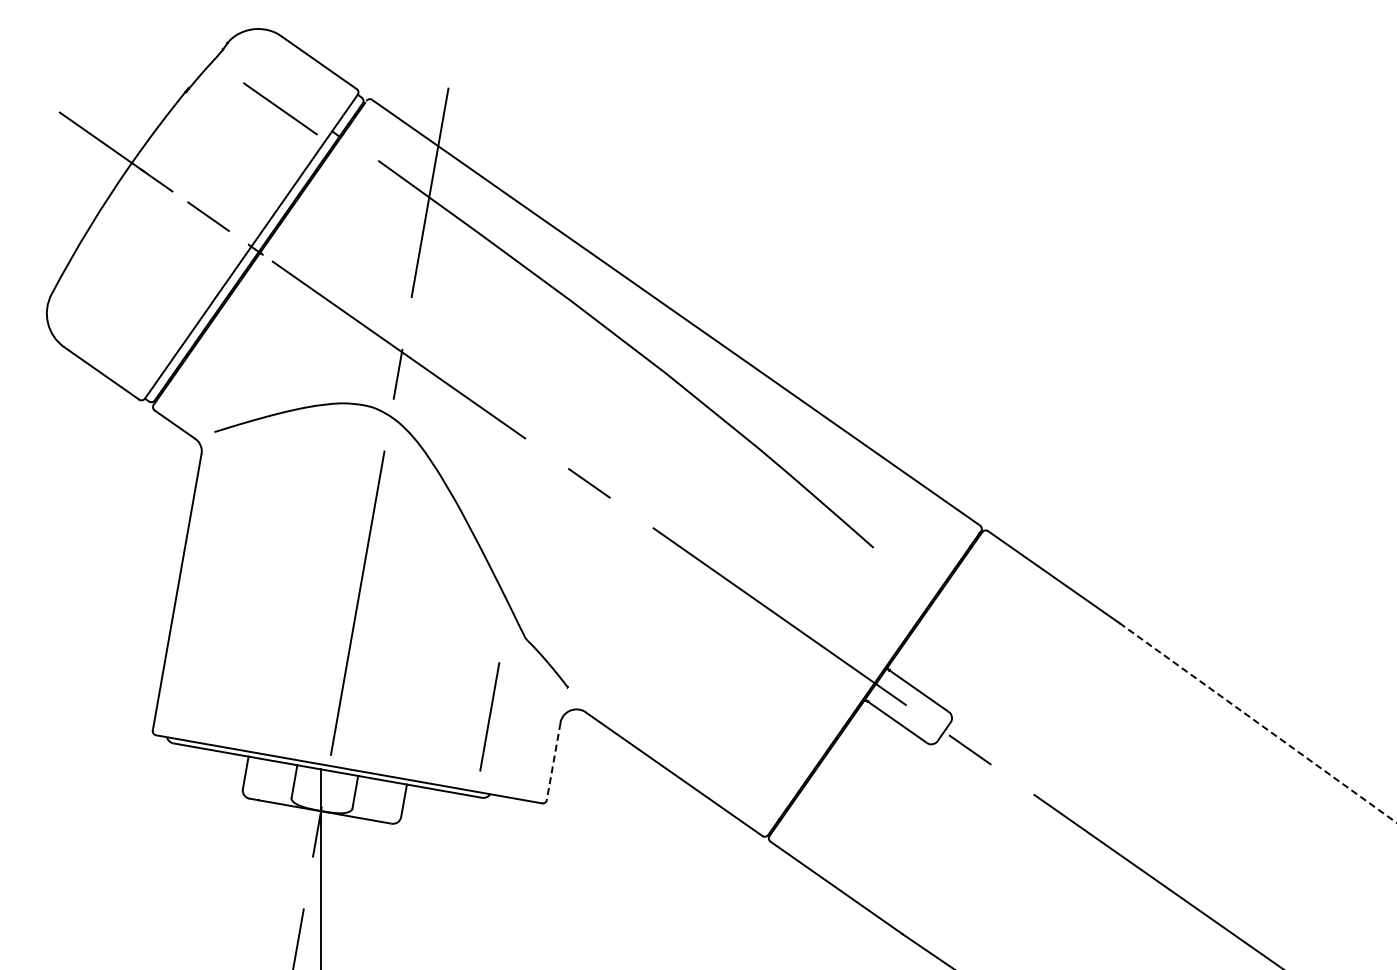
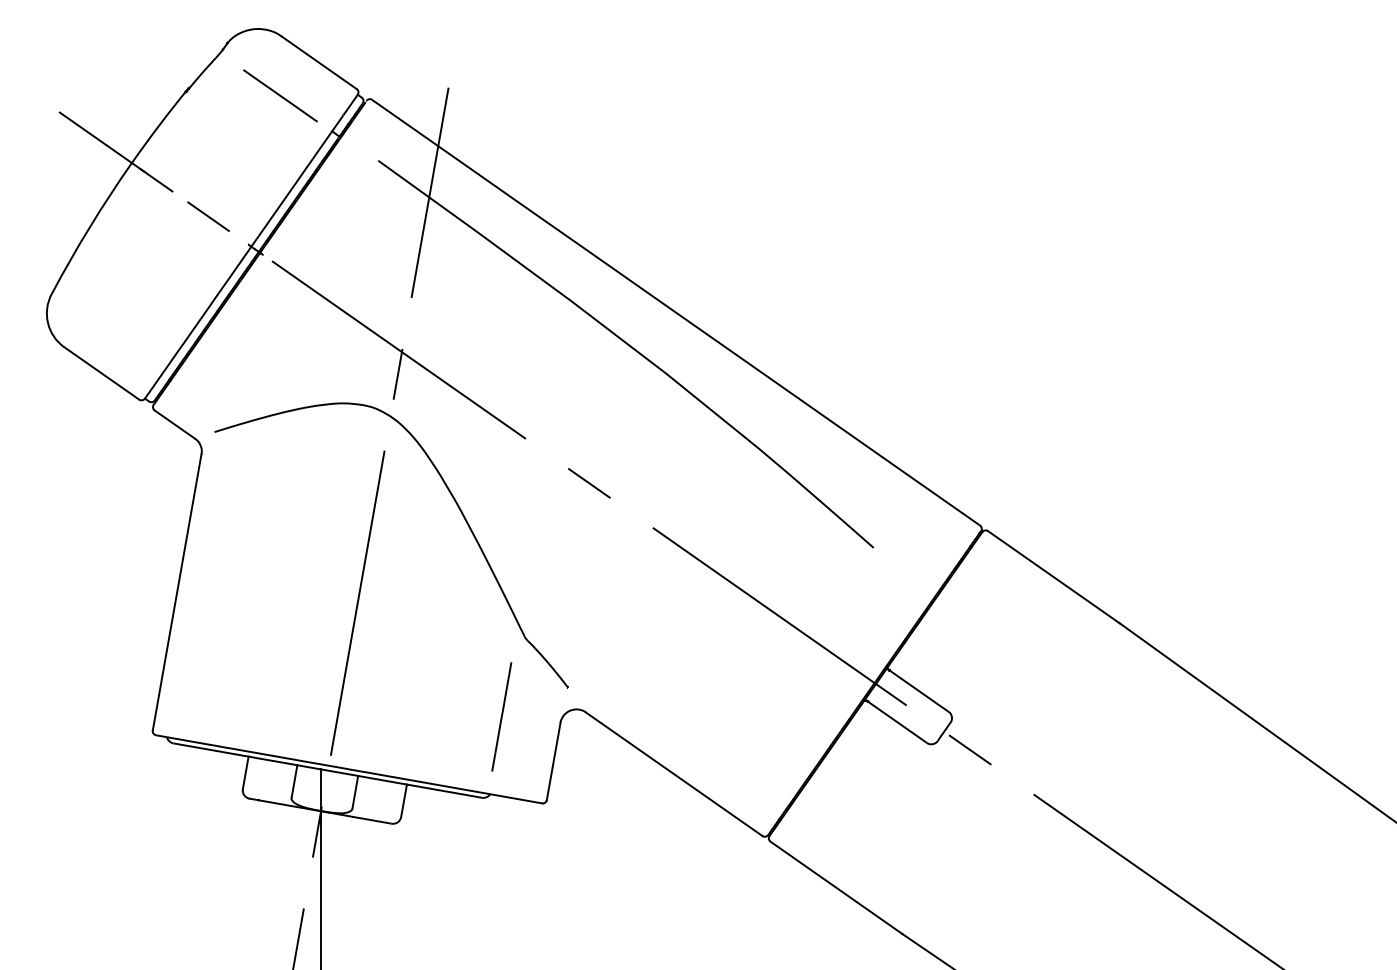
line at (280, 108) position: (280, 108) -> (280, 95)
line at (489, 716) position: (489, 716) -> (501, 716)
line at (1258, 722): dashed -> solid
line at (553, 762): dashed -> solid
